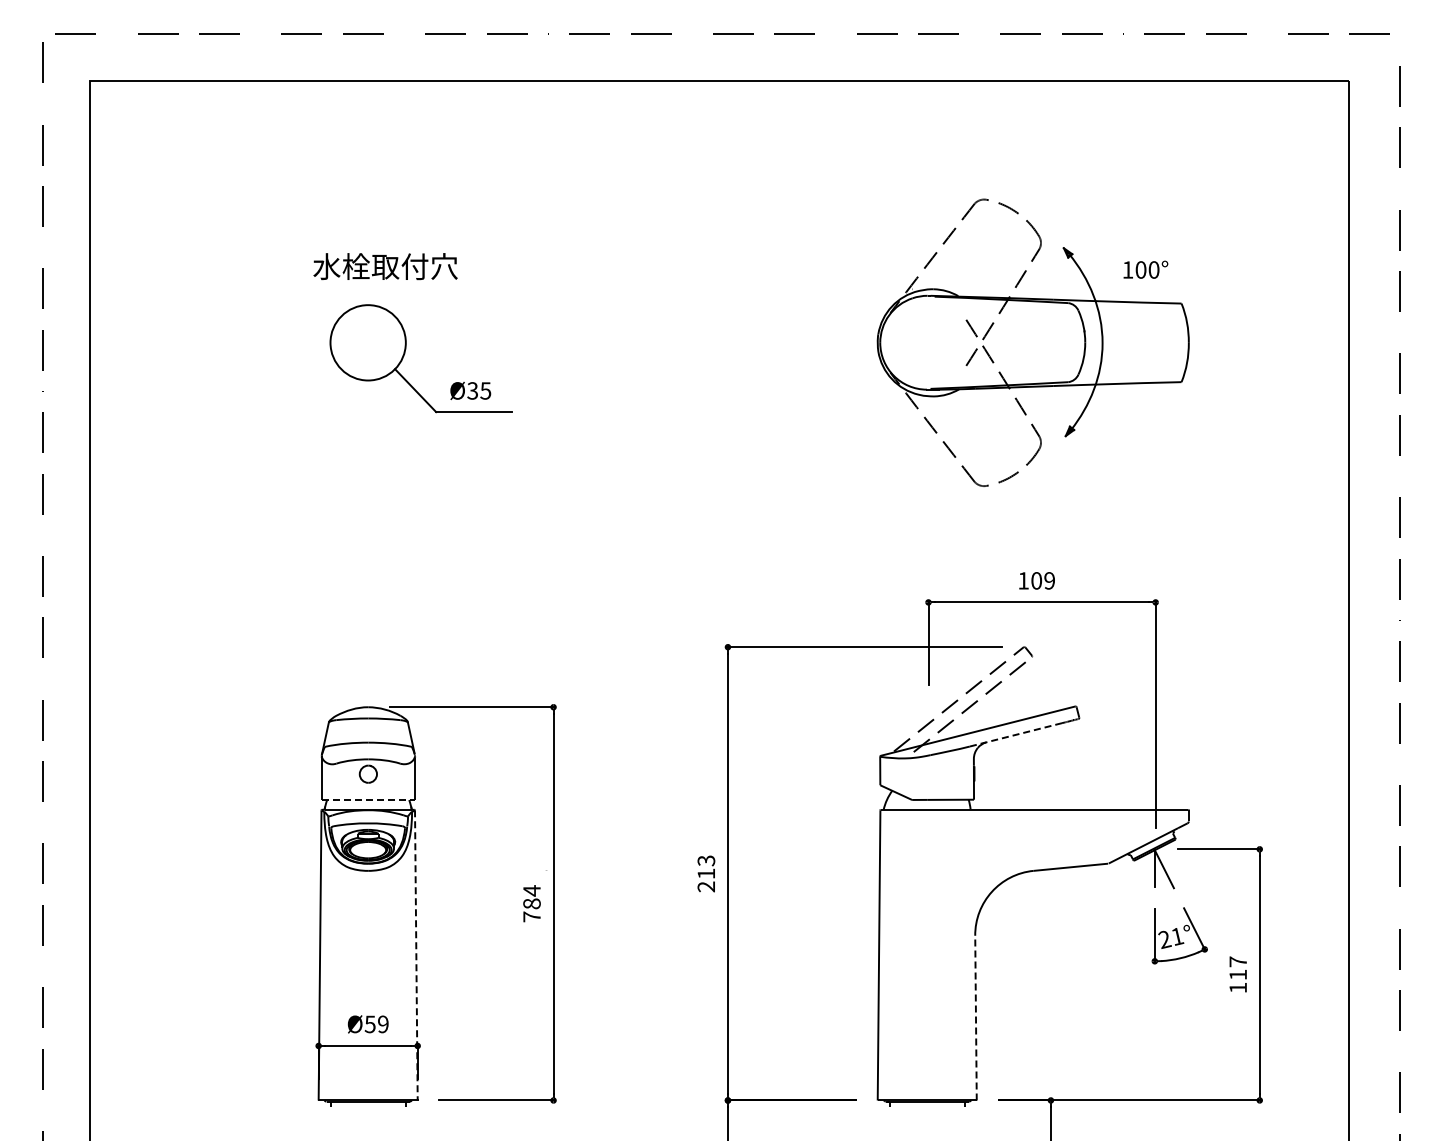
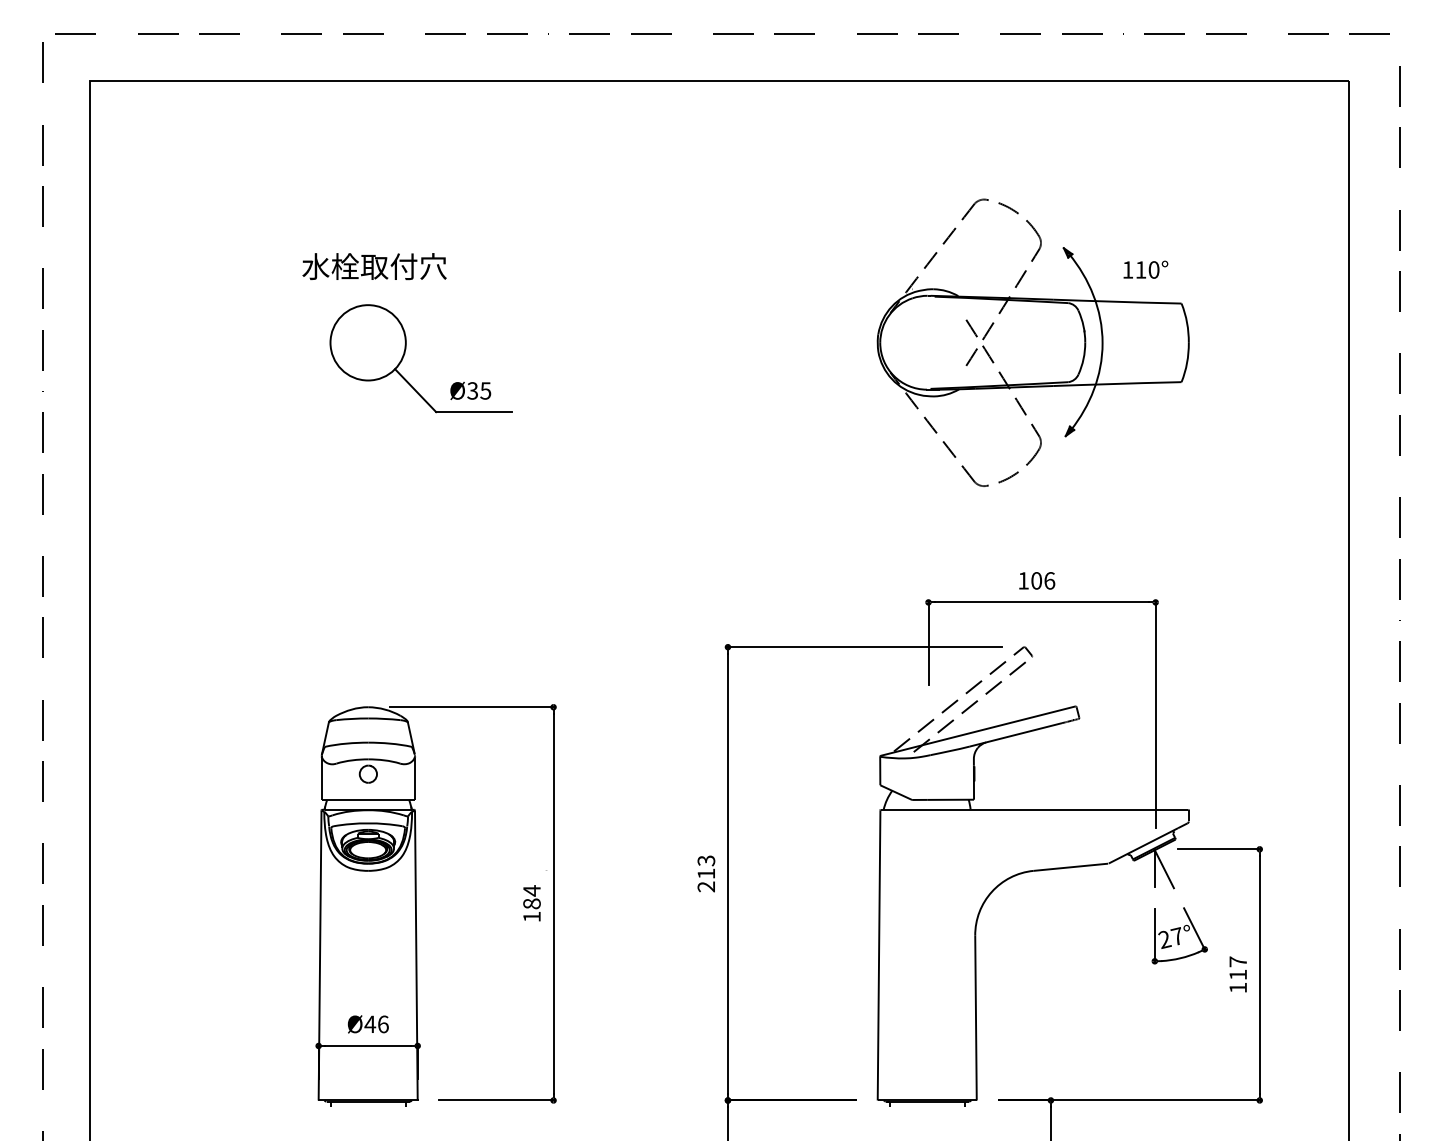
text at (385, 266) position: (385, 266) -> (374, 266)
text at (1140, 269): 100° -> 110°
text at (1049, 580): 109 -> 106
line at (1015, 734): dashed -> solid
line at (368, 800): dashed -> solid
text at (531, 916): 784 -> 184
text at (1177, 936): 21° -> 27°
line at (416, 955): dashed -> solid
line at (975, 1017): dashed -> solid
text at (376, 1024): Ø59 -> Ø46
